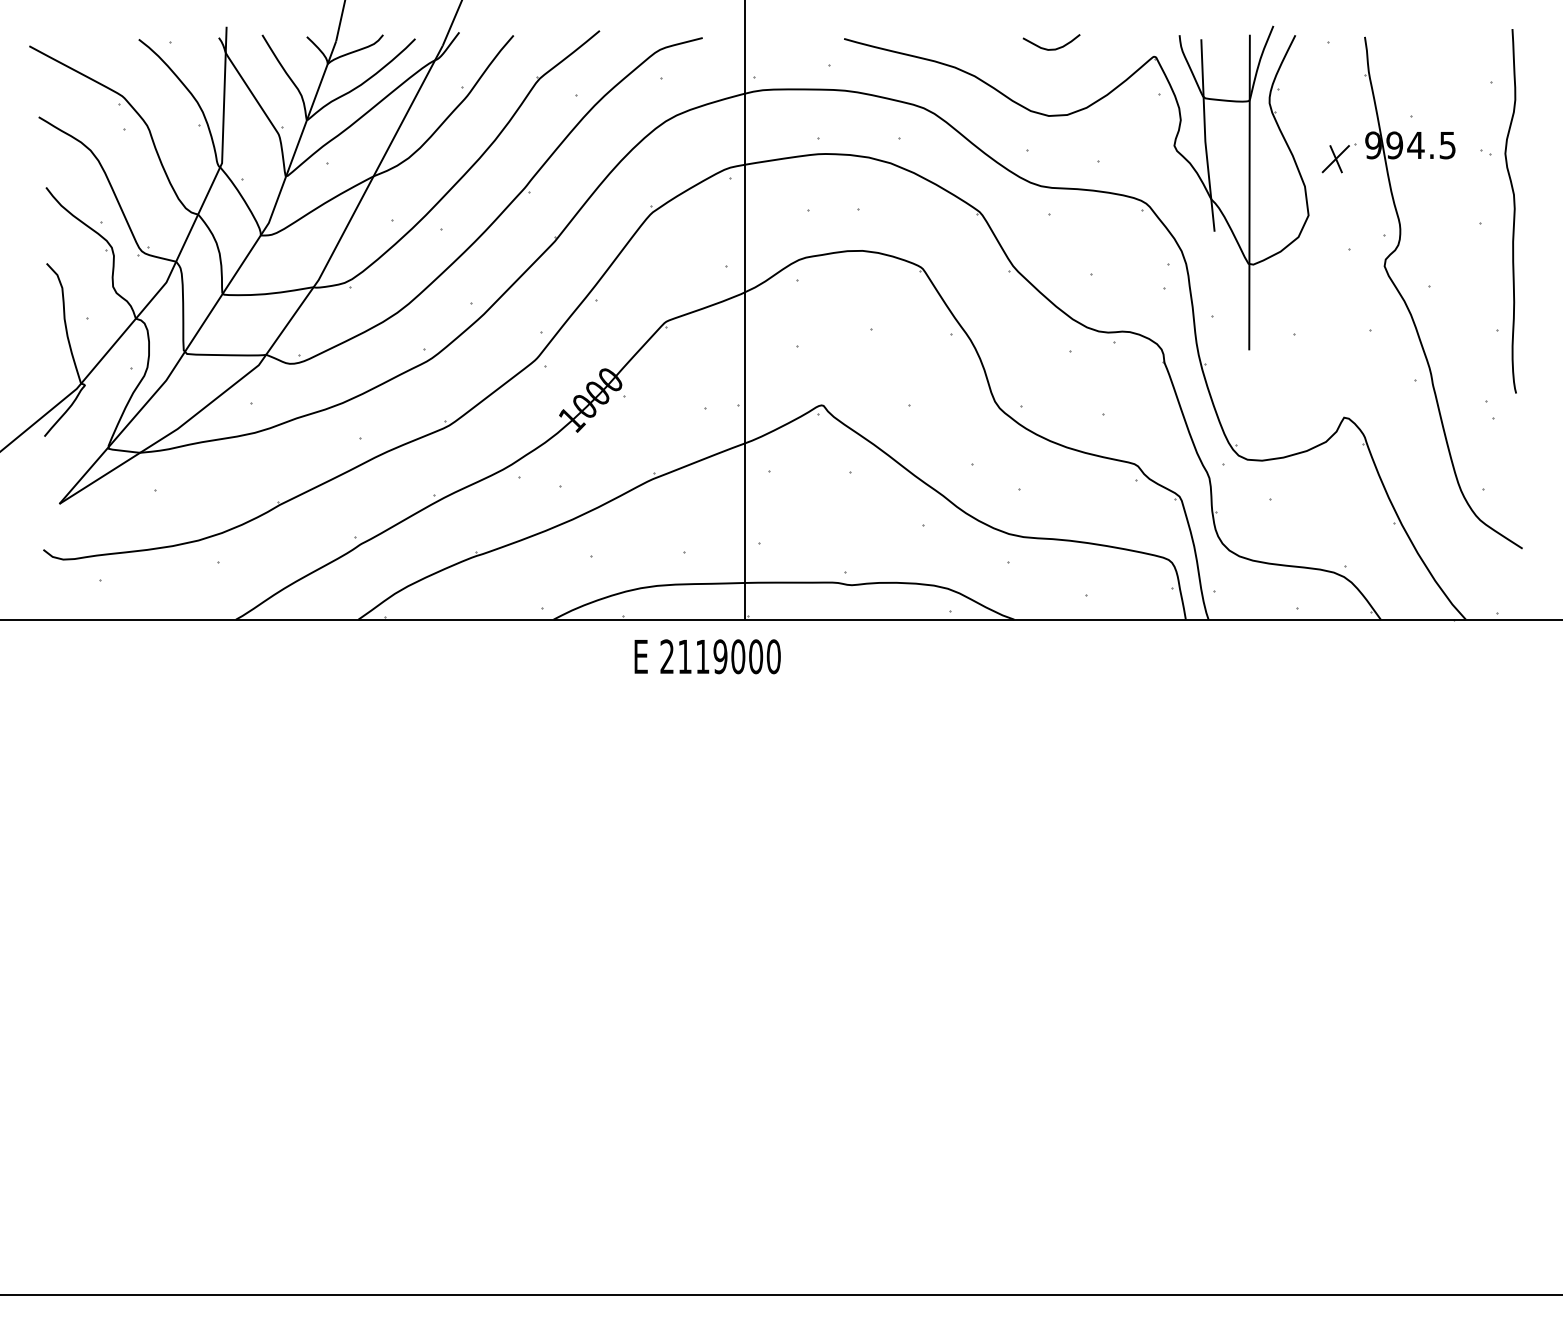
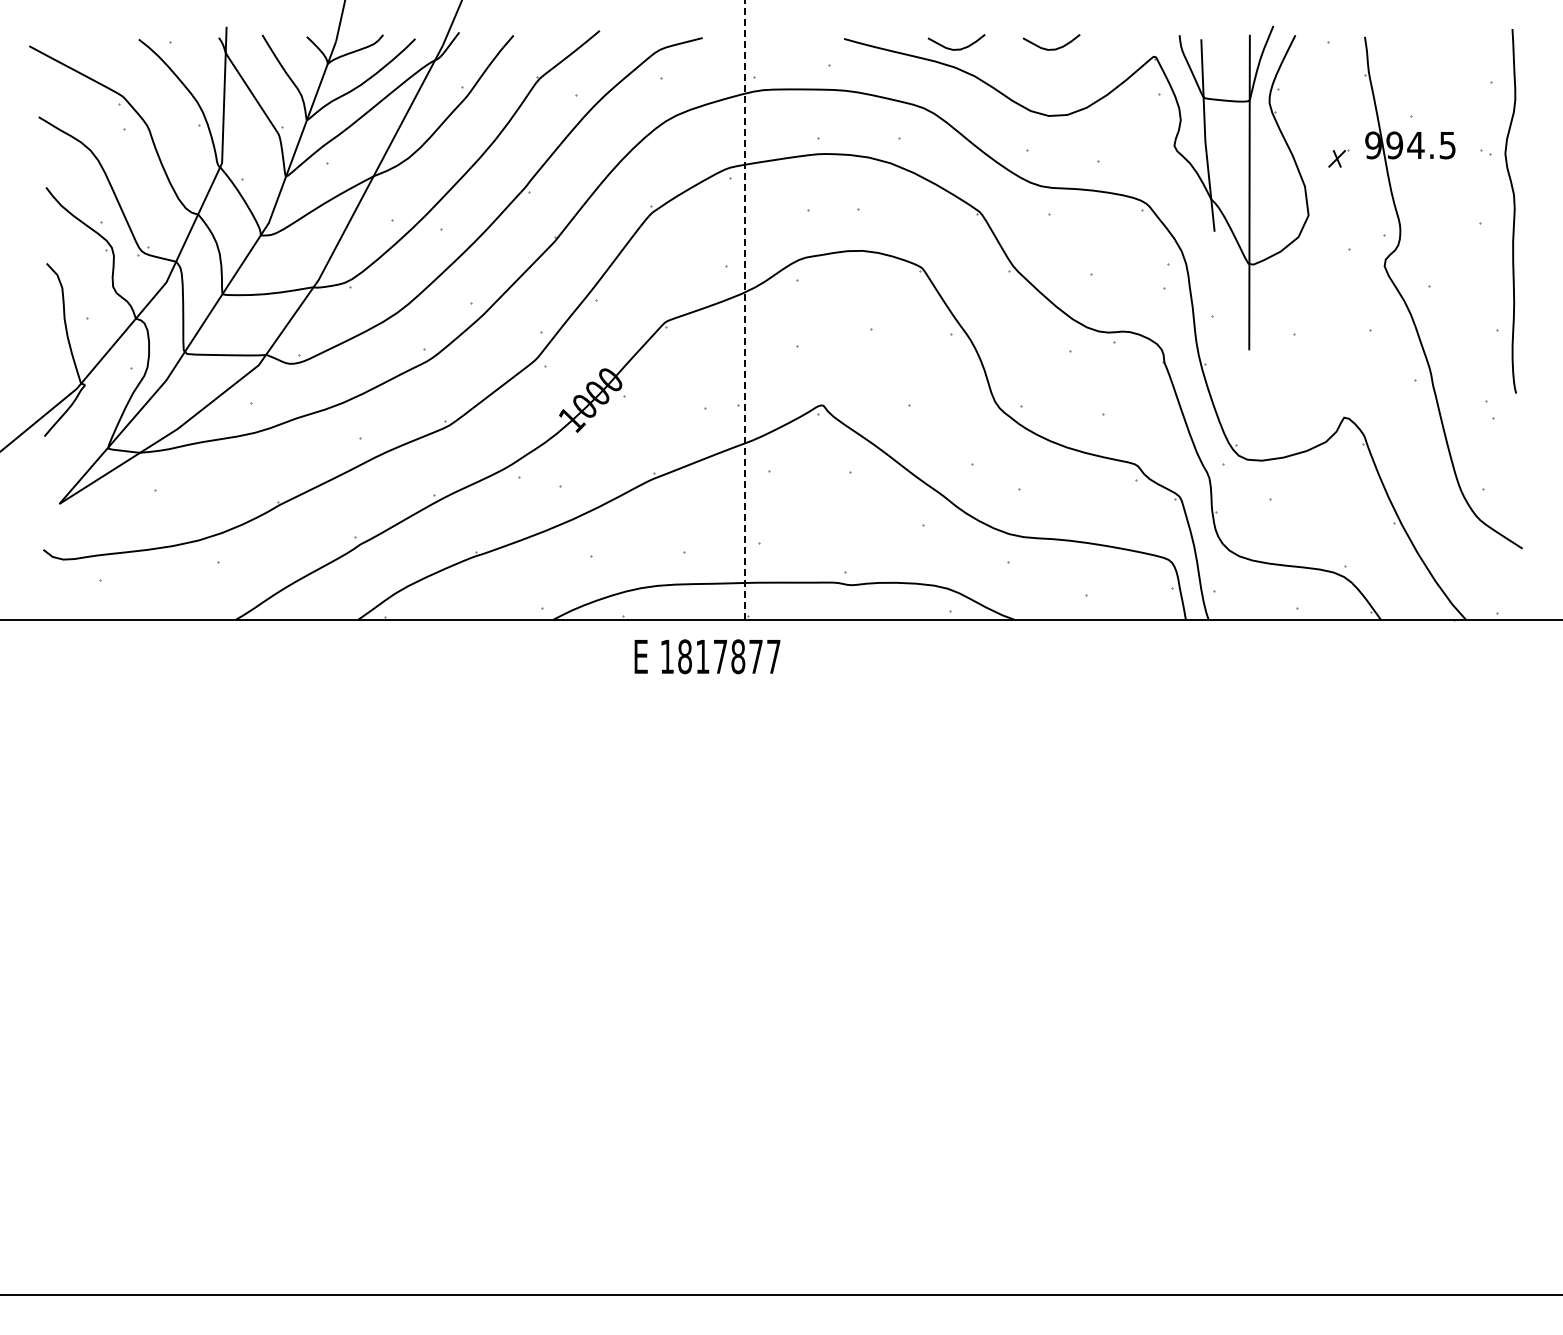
curve at (956, 48): none -> present
part at (1338, 158) size: 36x31 px -> 22x19 px
line at (745, 310): solid -> dashed
text at (720, 656): 2119000 -> 1817877
